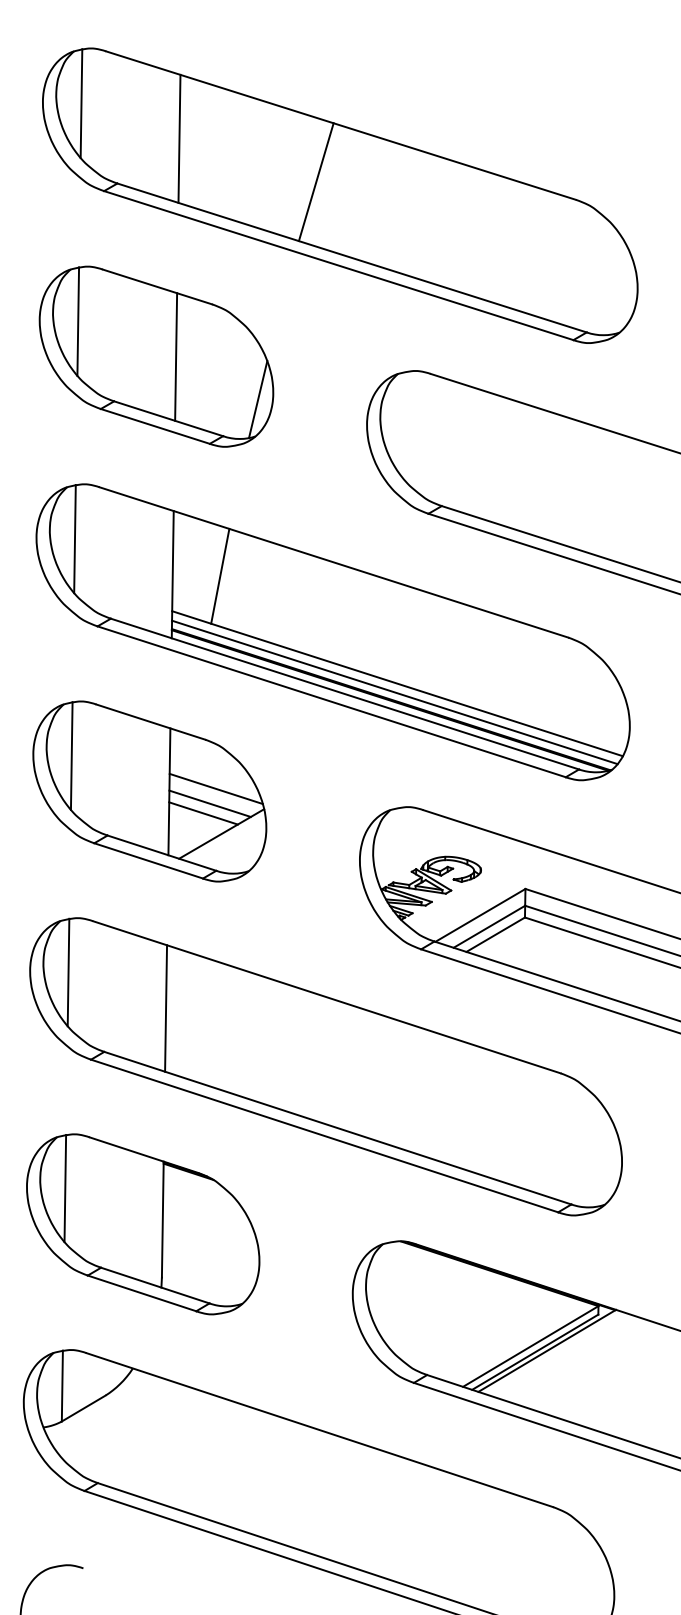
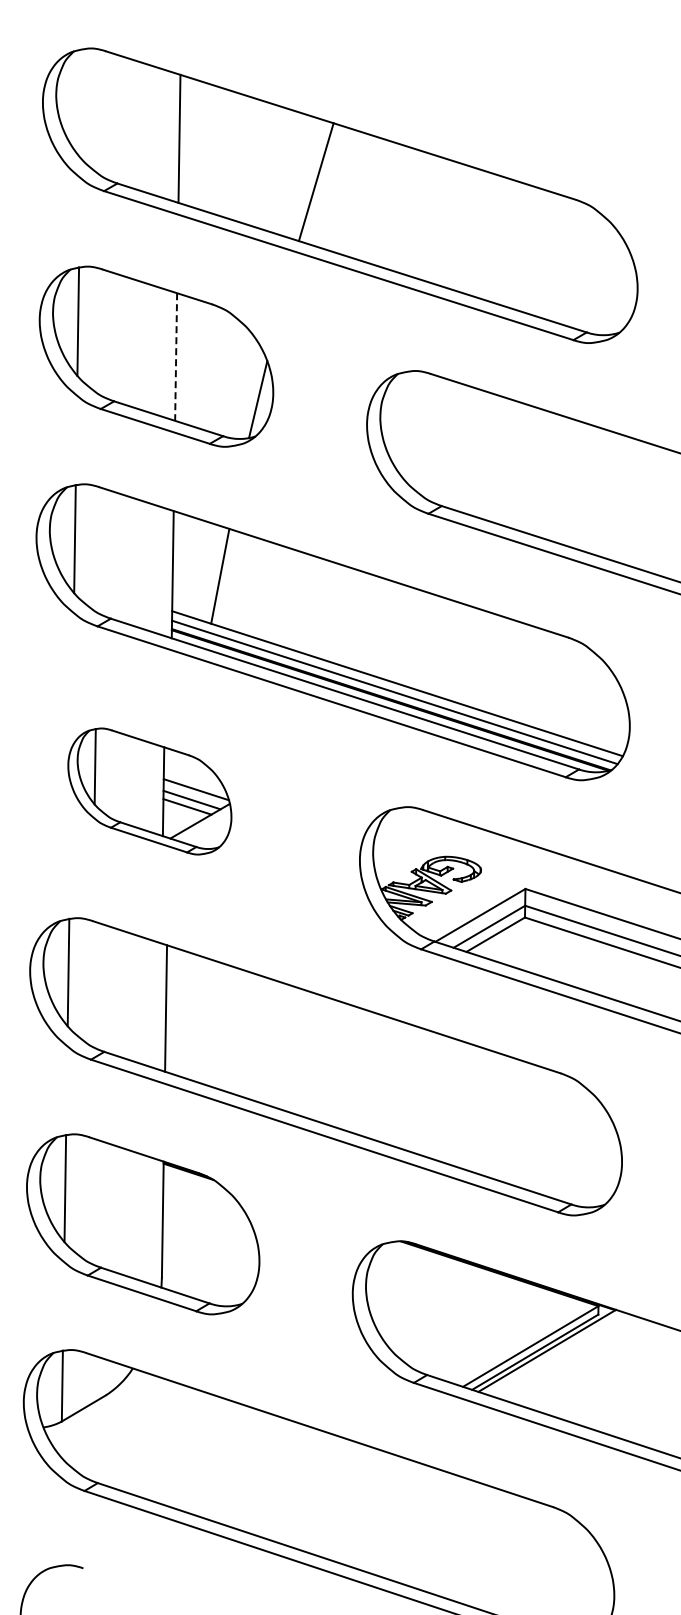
line at (81, 103): present -> none
line at (176, 357): solid -> dashed
part at (149, 791) size: 236x183 px -> 166x129 px
